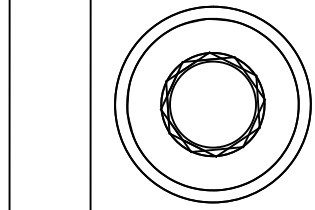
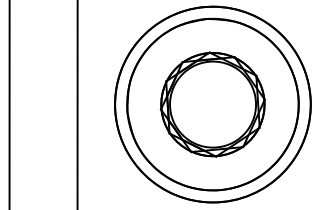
line at (90, 104) position: (90, 104) -> (77, 104)
